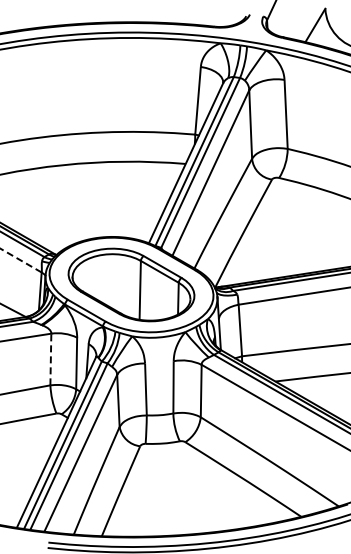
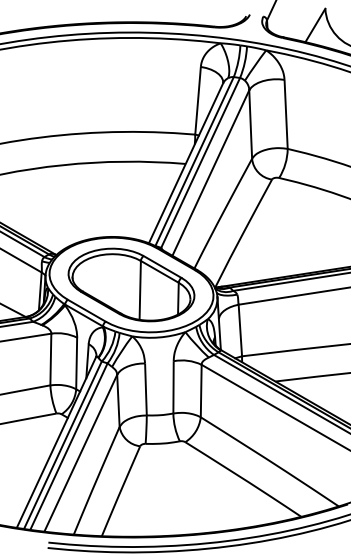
line at (20, 260): dashed -> solid
line at (50, 359): dashed -> solid
